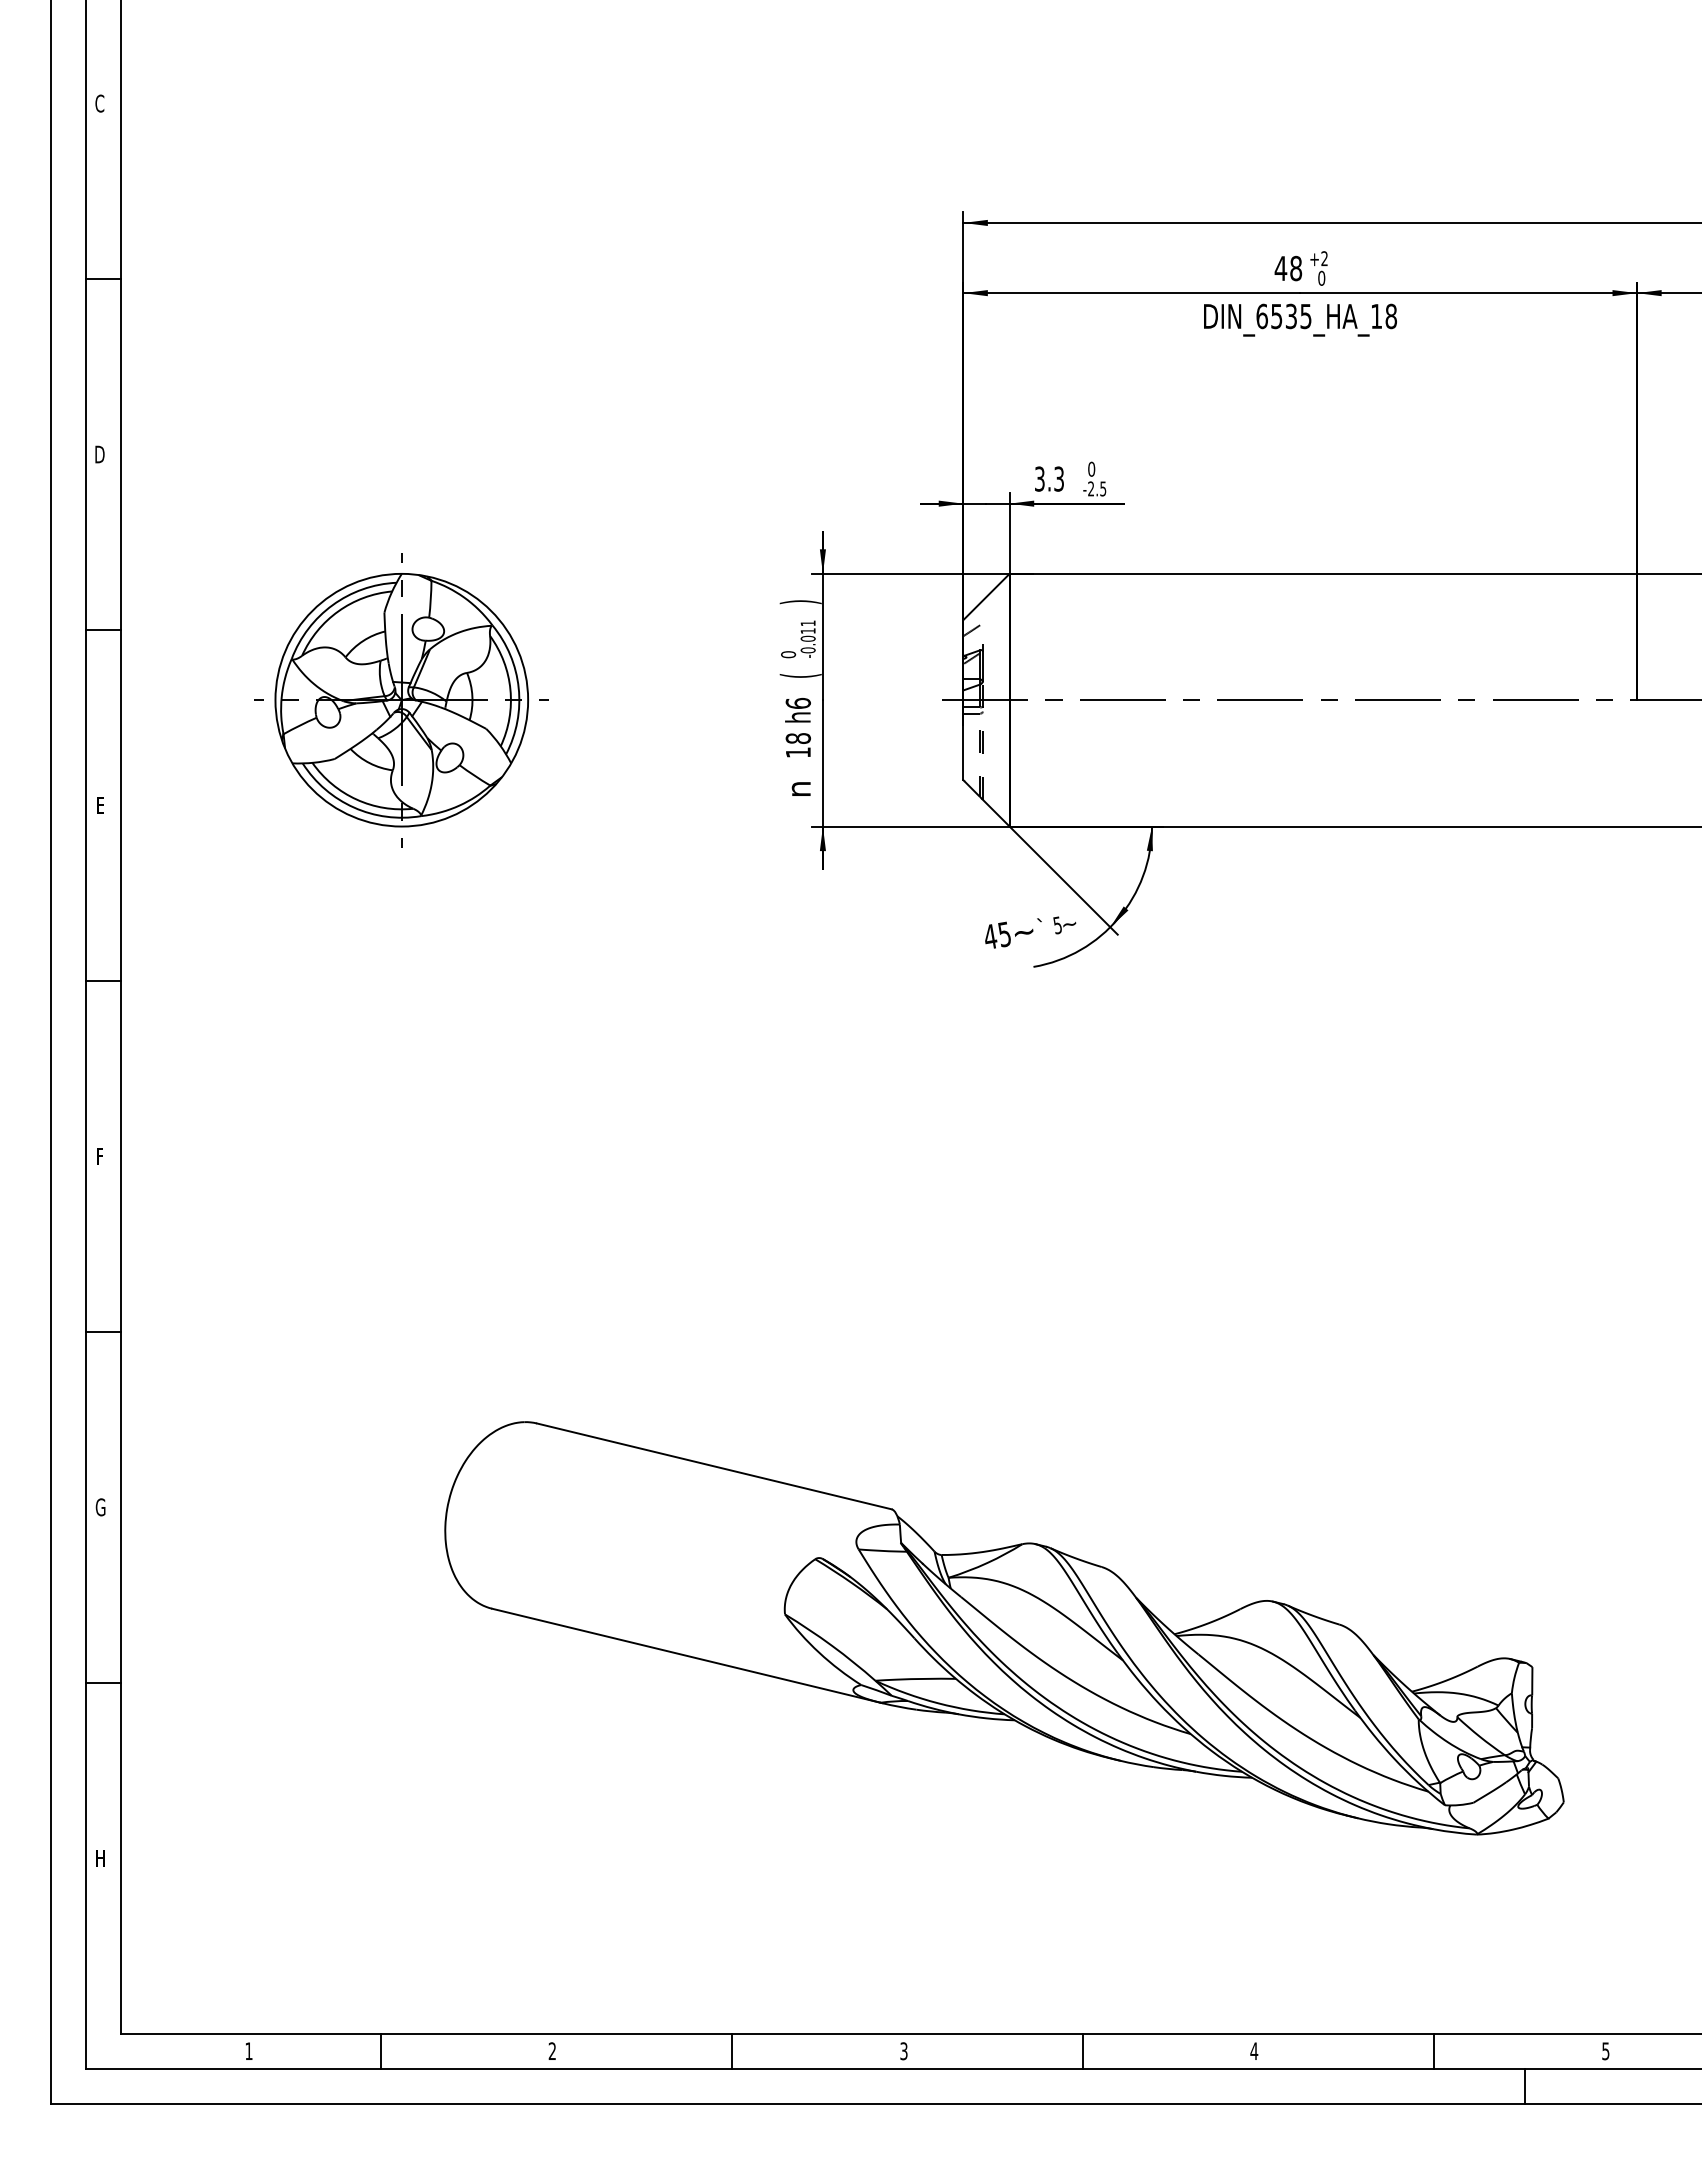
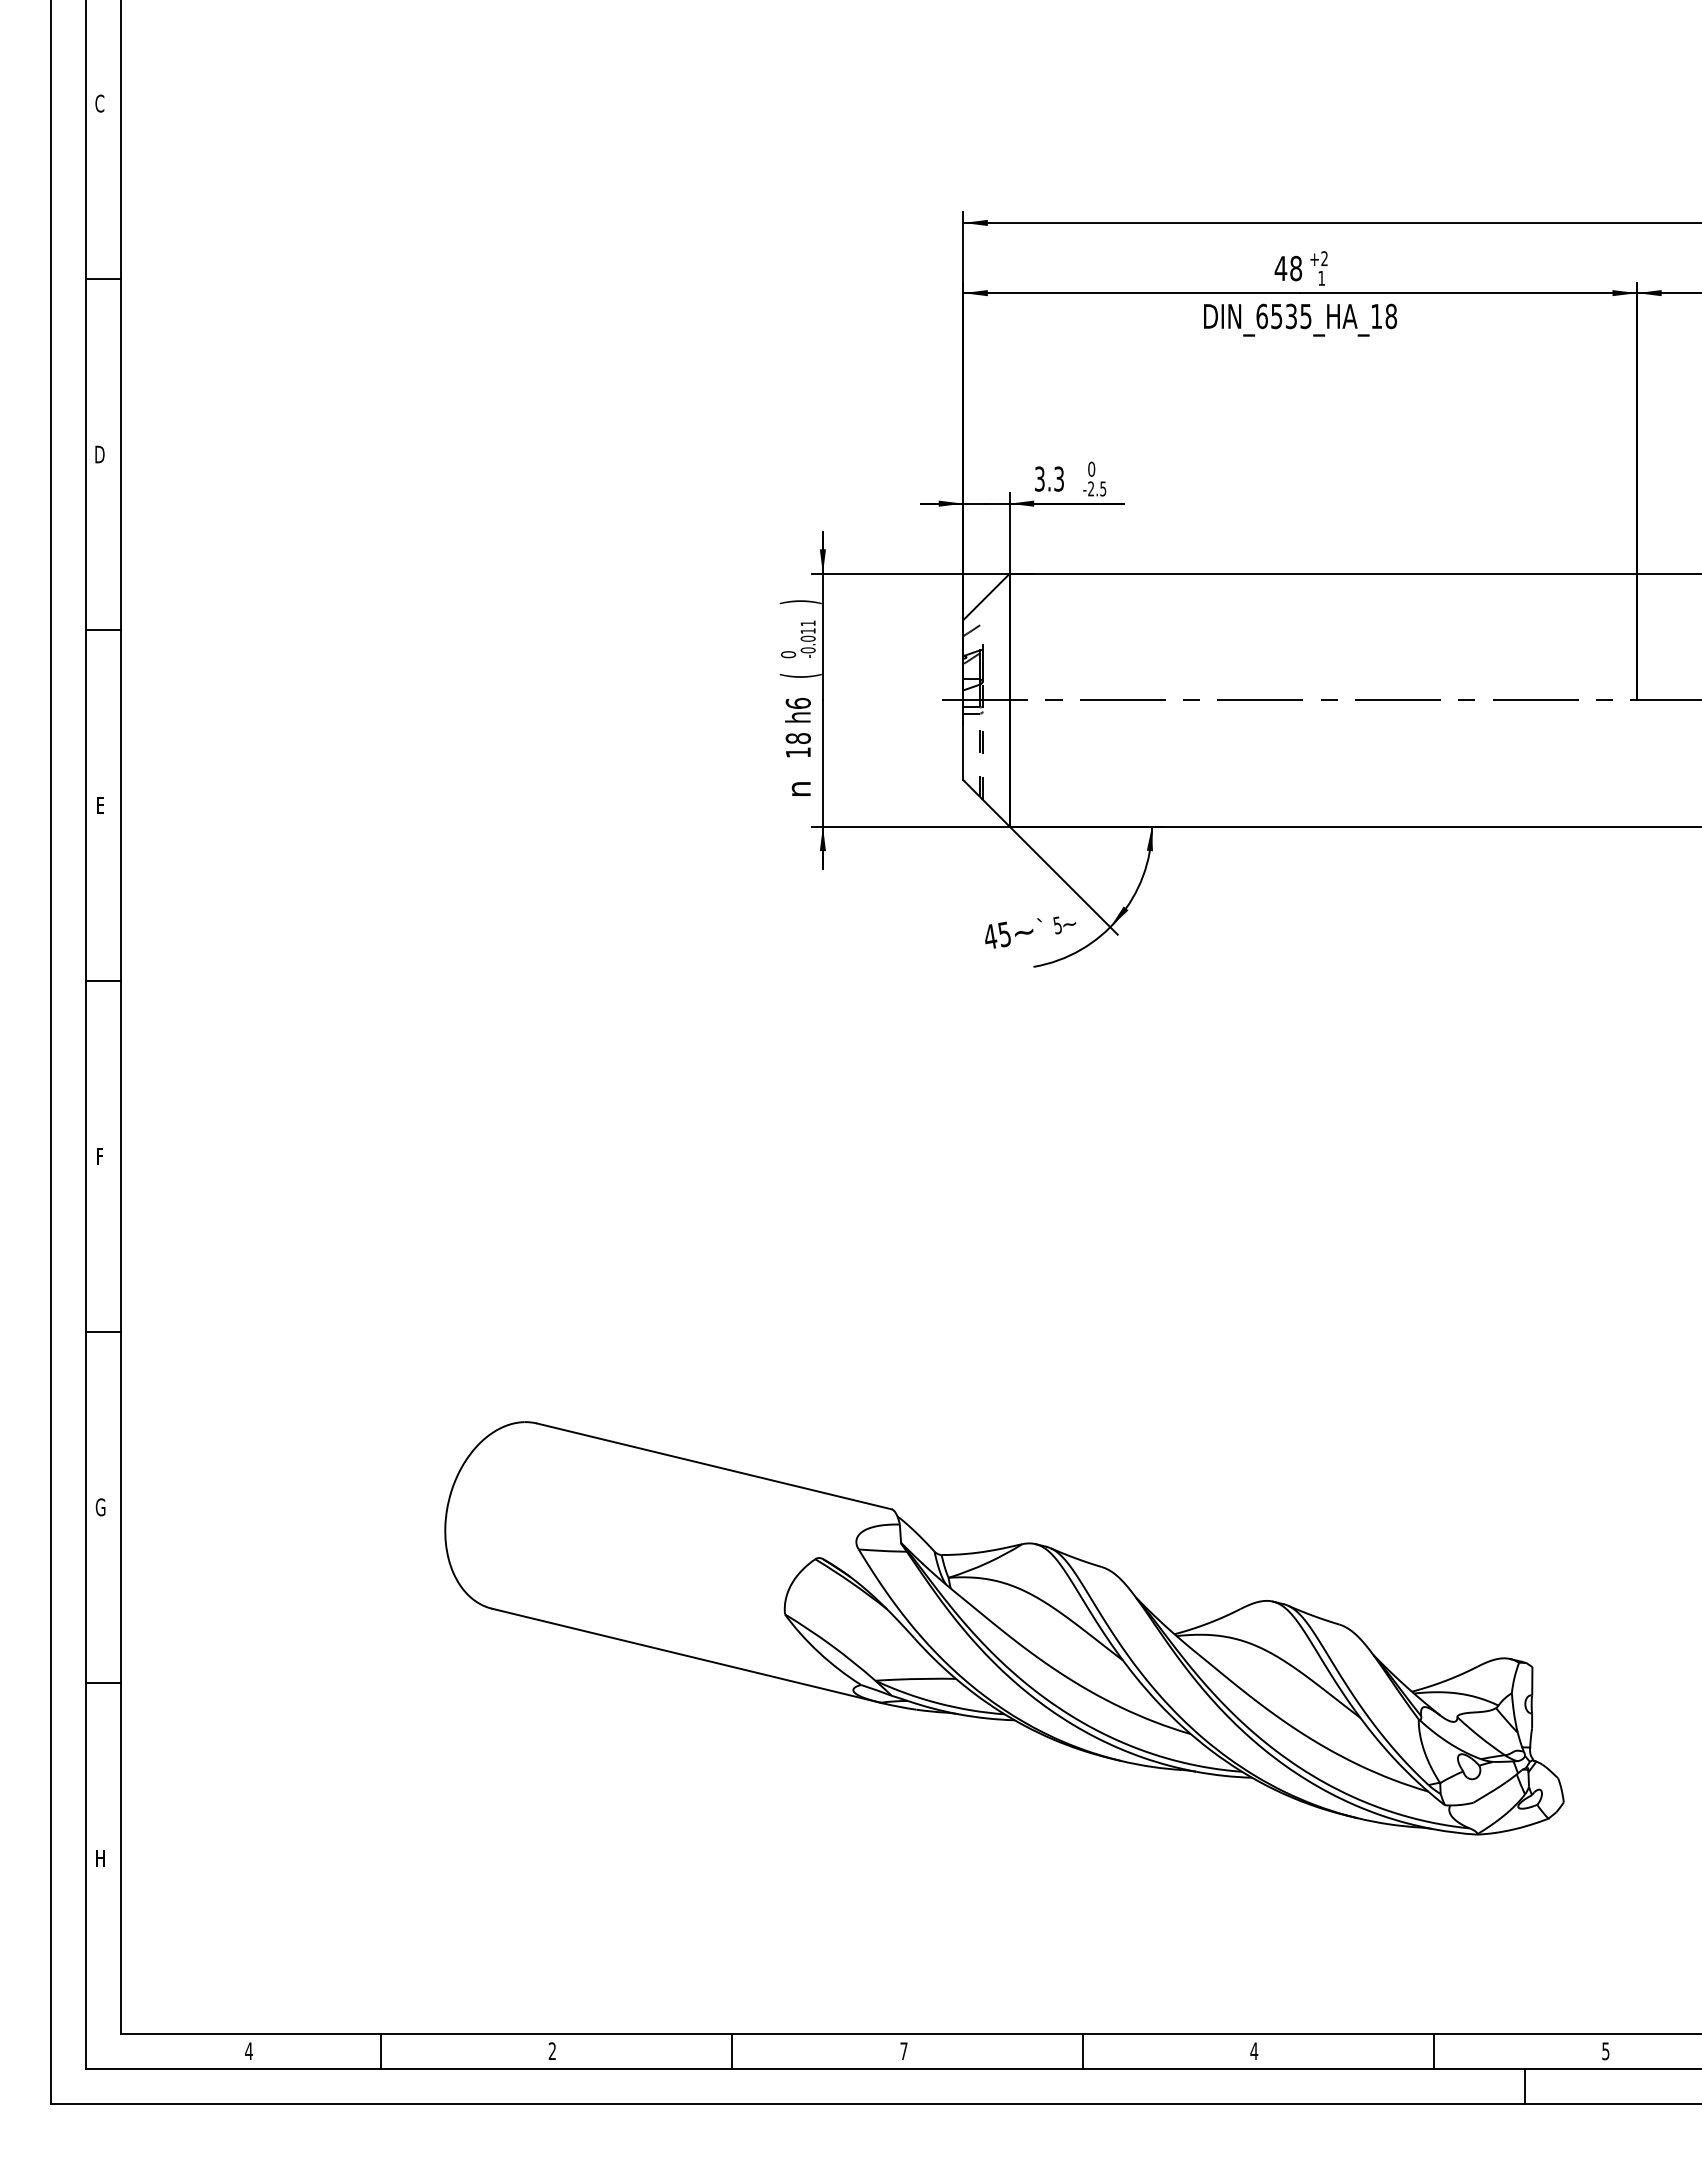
text at (1321, 277): 0 -> 1
part at (401, 700): present -> none
text at (248, 2050): 1 -> 4
text at (903, 2051): 3 -> 7
